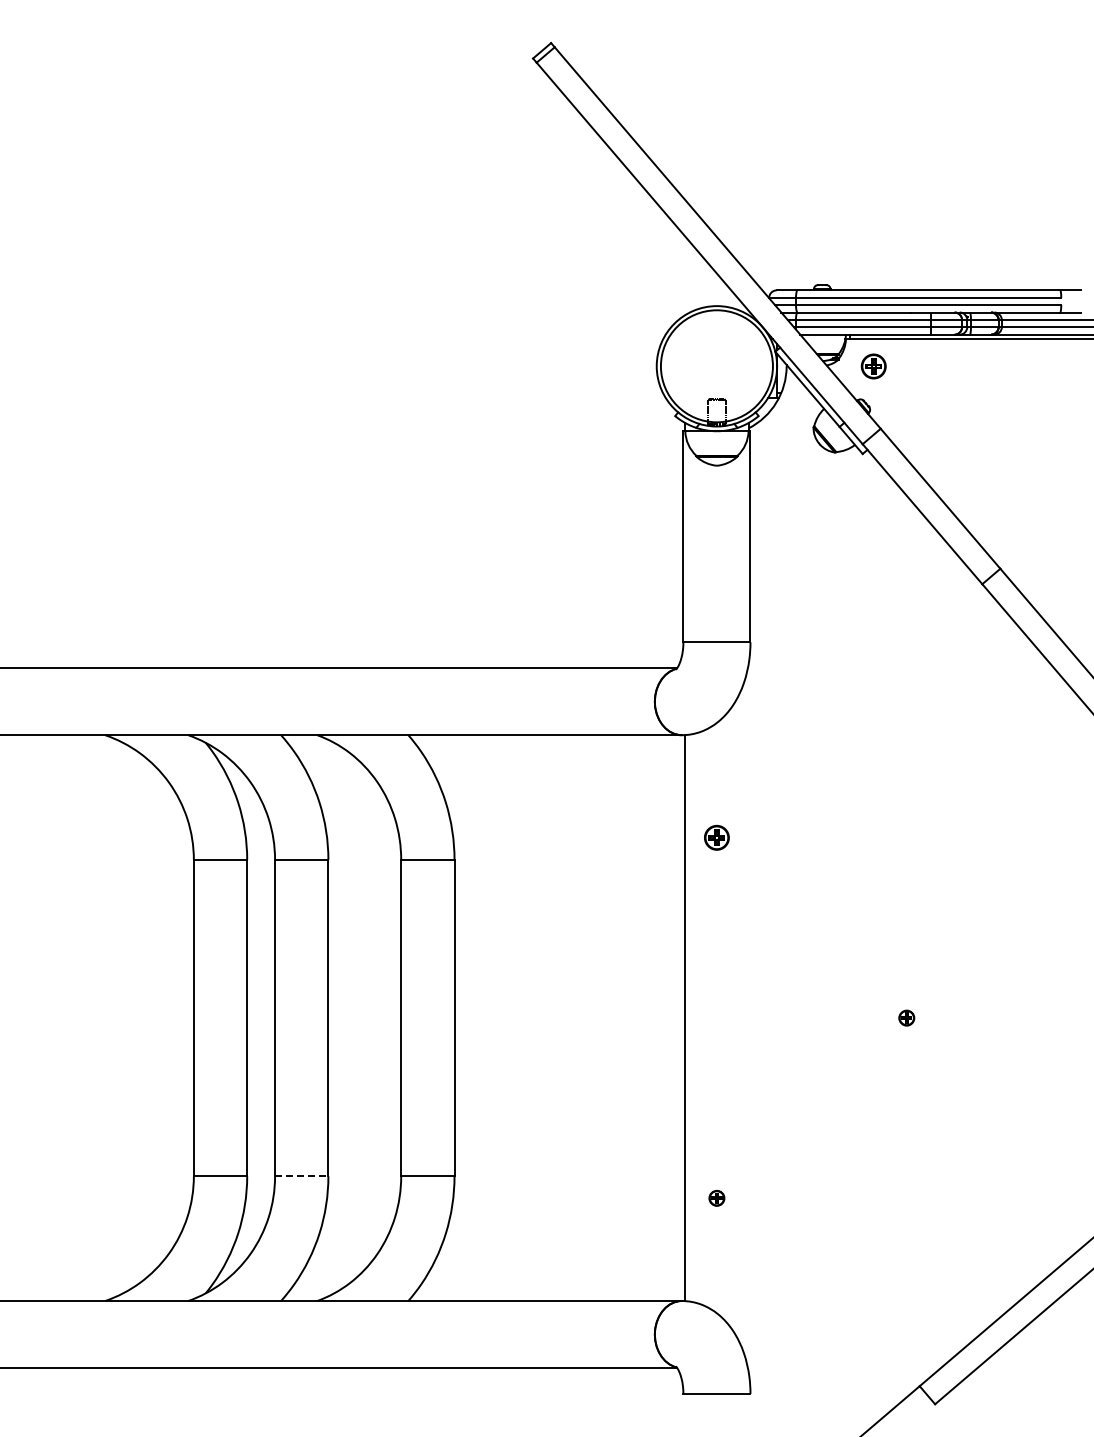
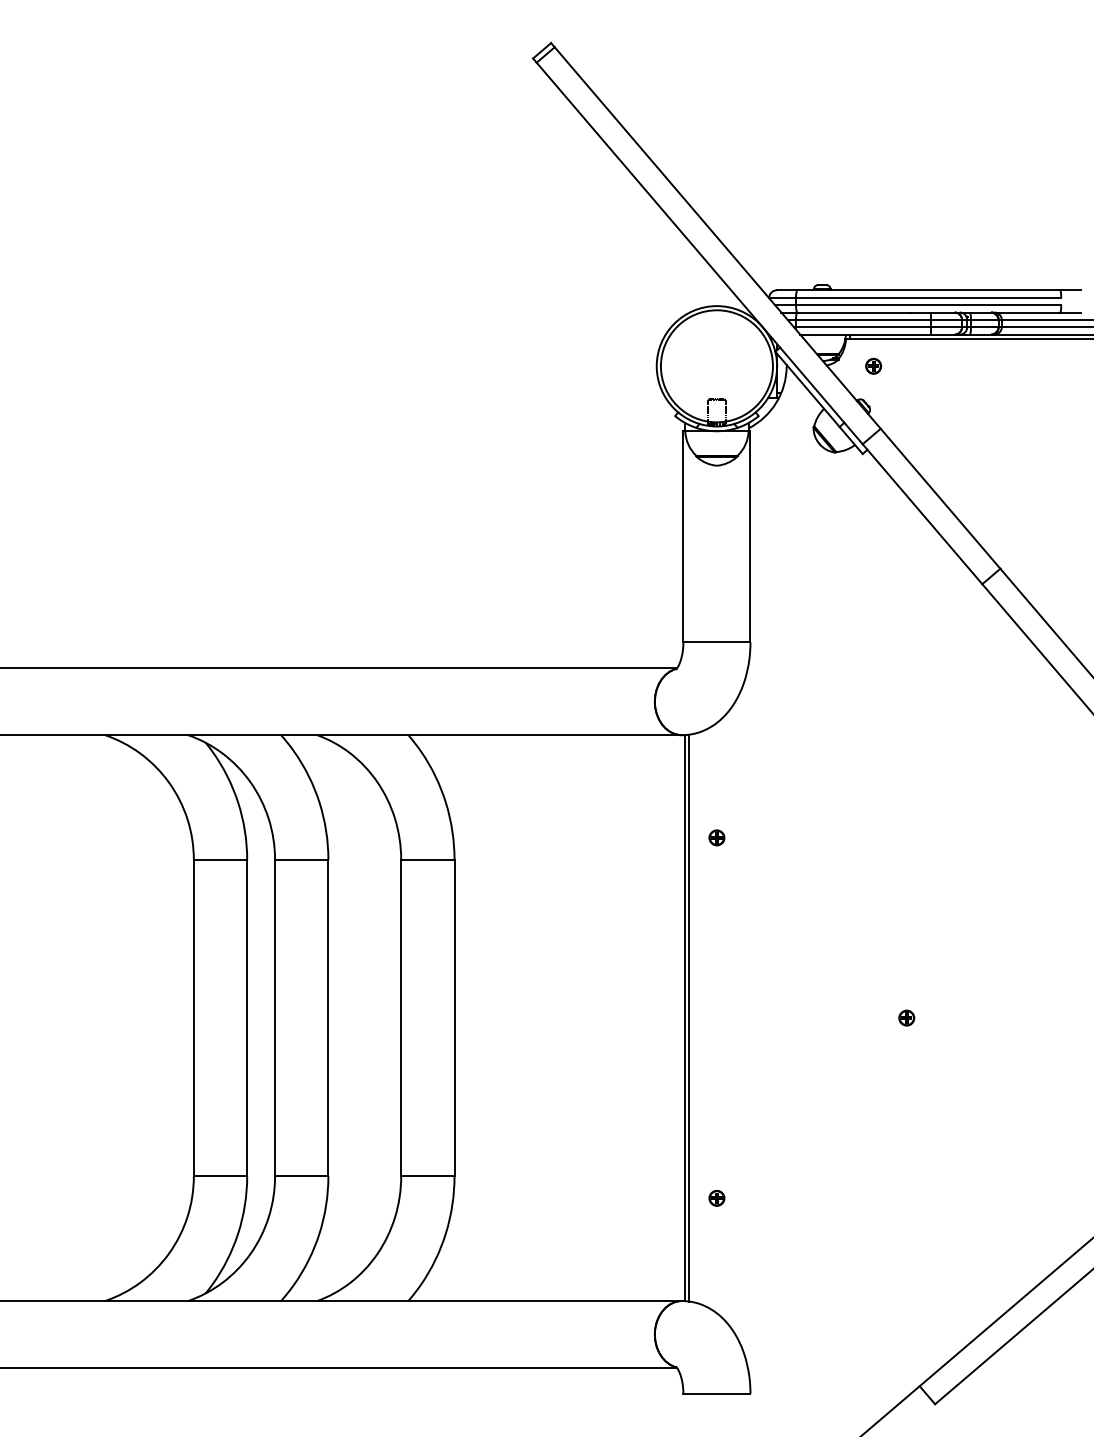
part at (873, 366) size: 27x27 px -> 17x18 px
part at (716, 837) size: 26x27 px -> 18x18 px
line at (689, 1017): none -> present
line at (301, 1176): dashed -> solid
